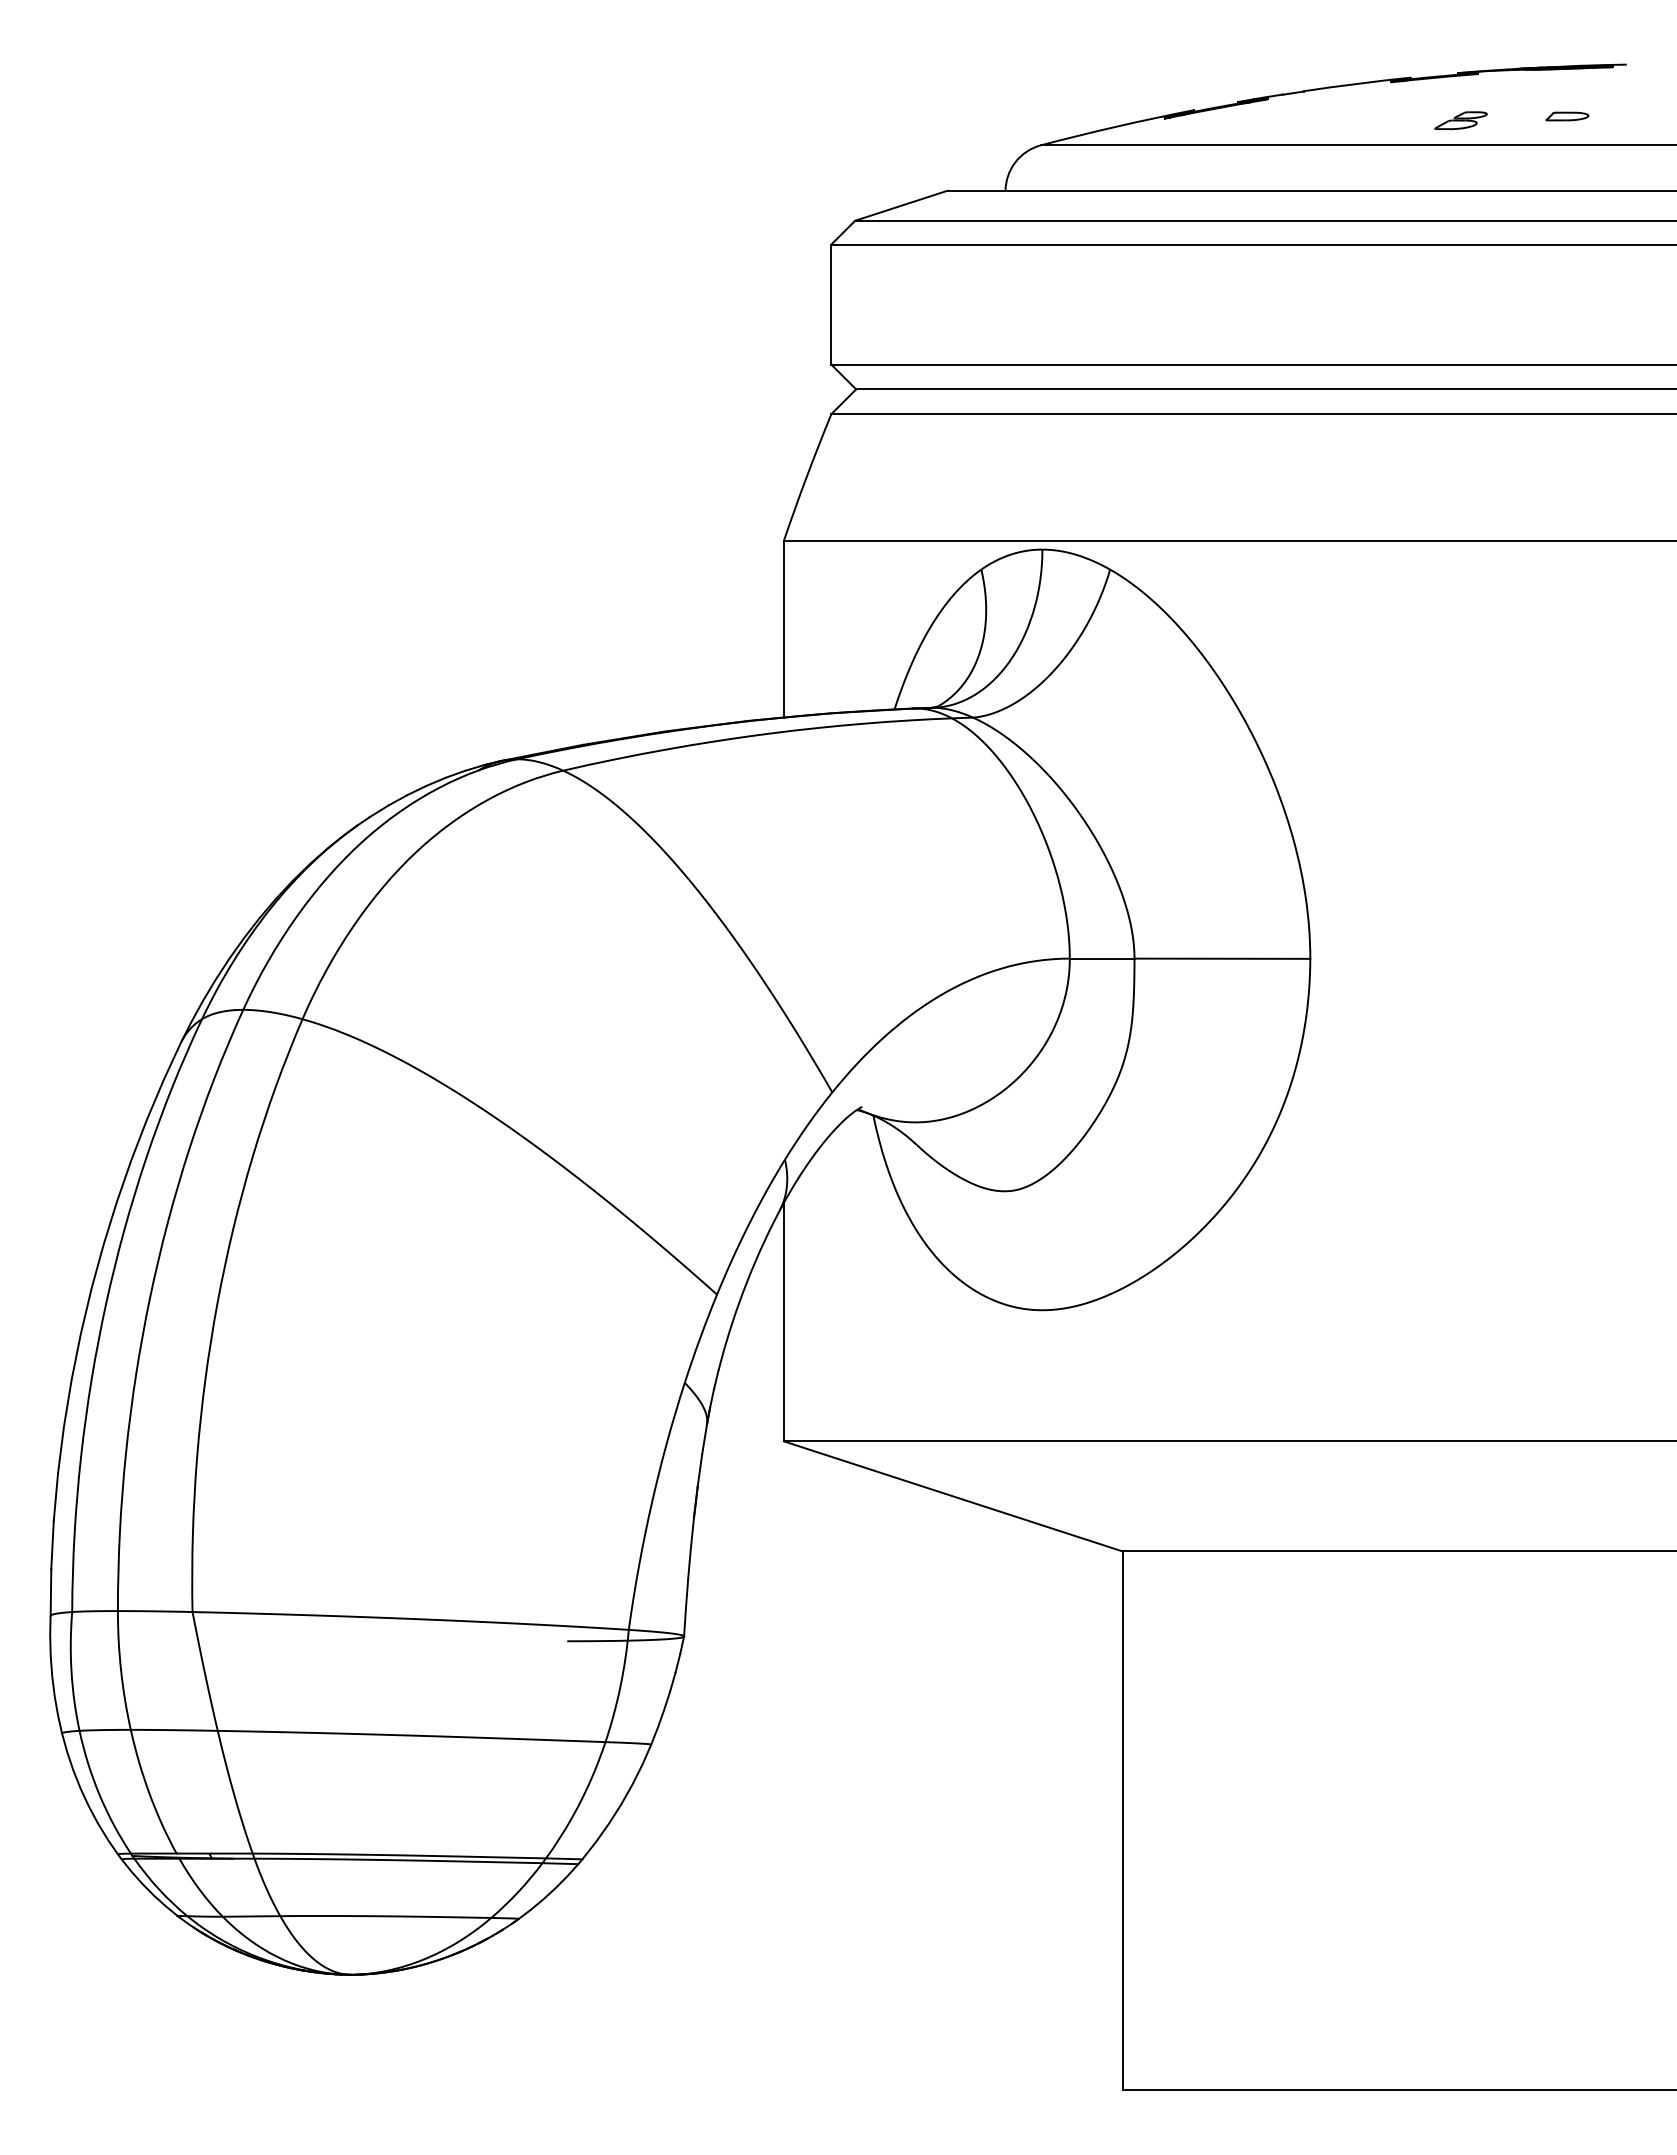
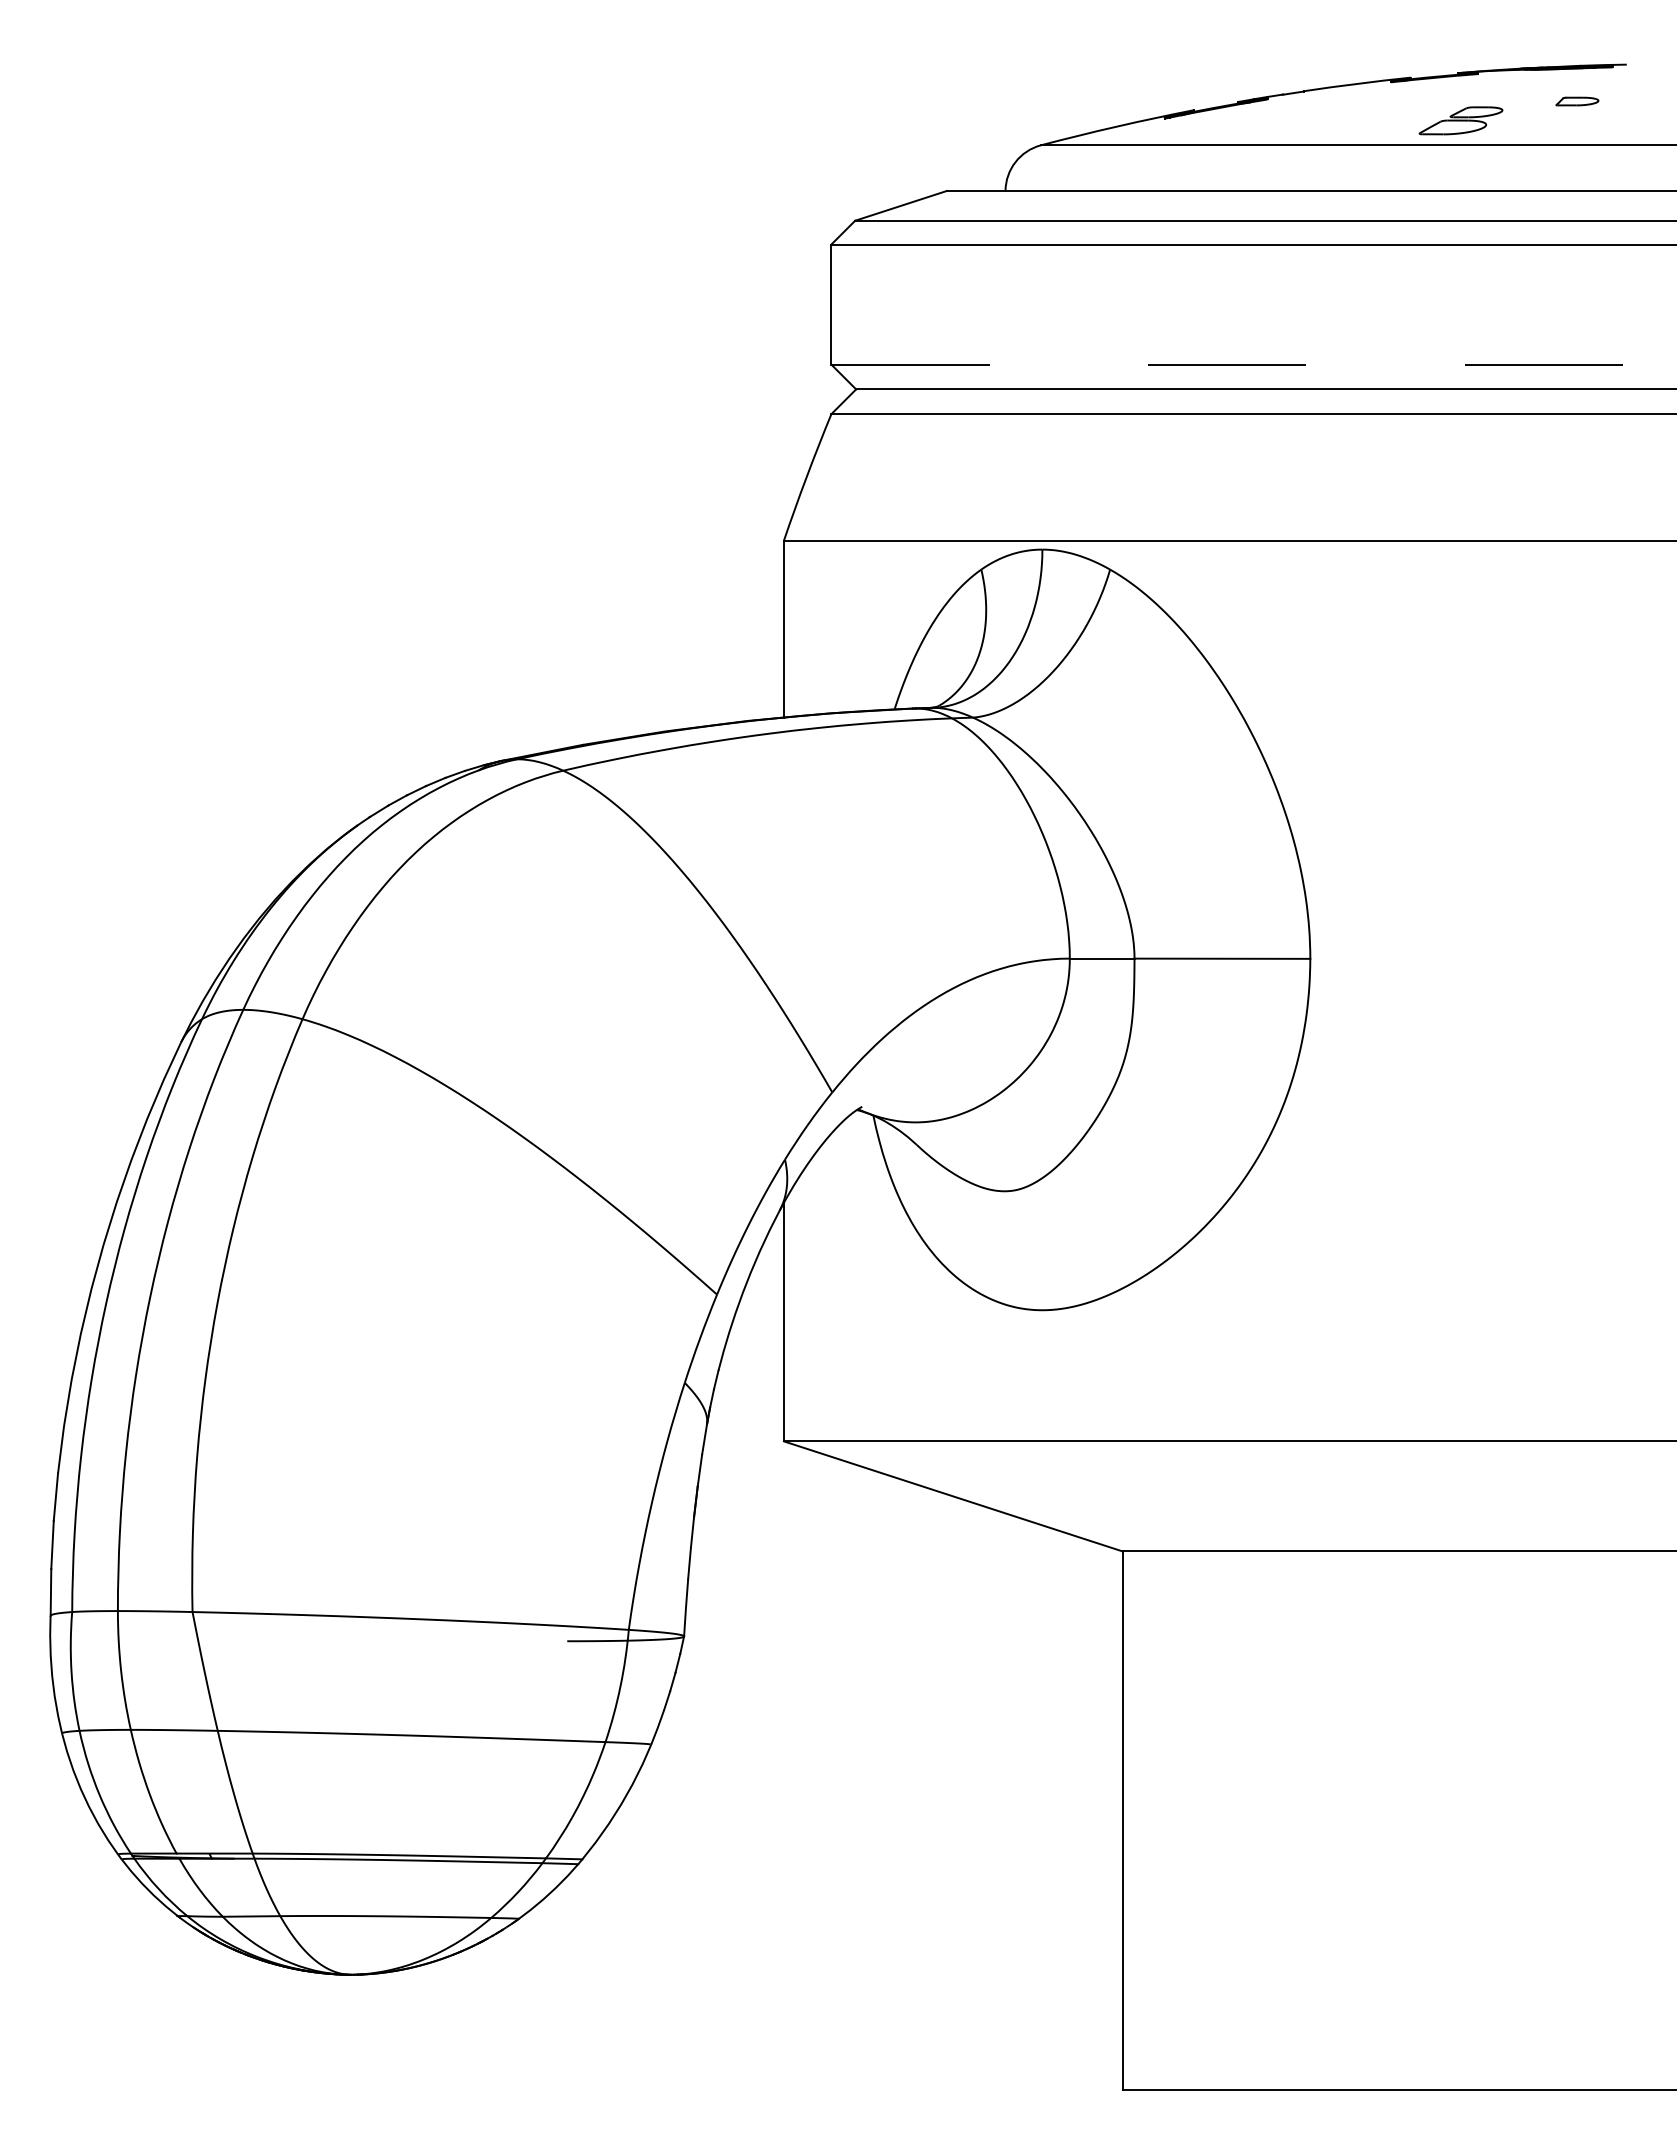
part at (1567, 116) position: (1567, 116) -> (1577, 101)
part at (1460, 120) size: 54x19 px -> 86x30 px
line at (1254, 364): solid -> dashed
